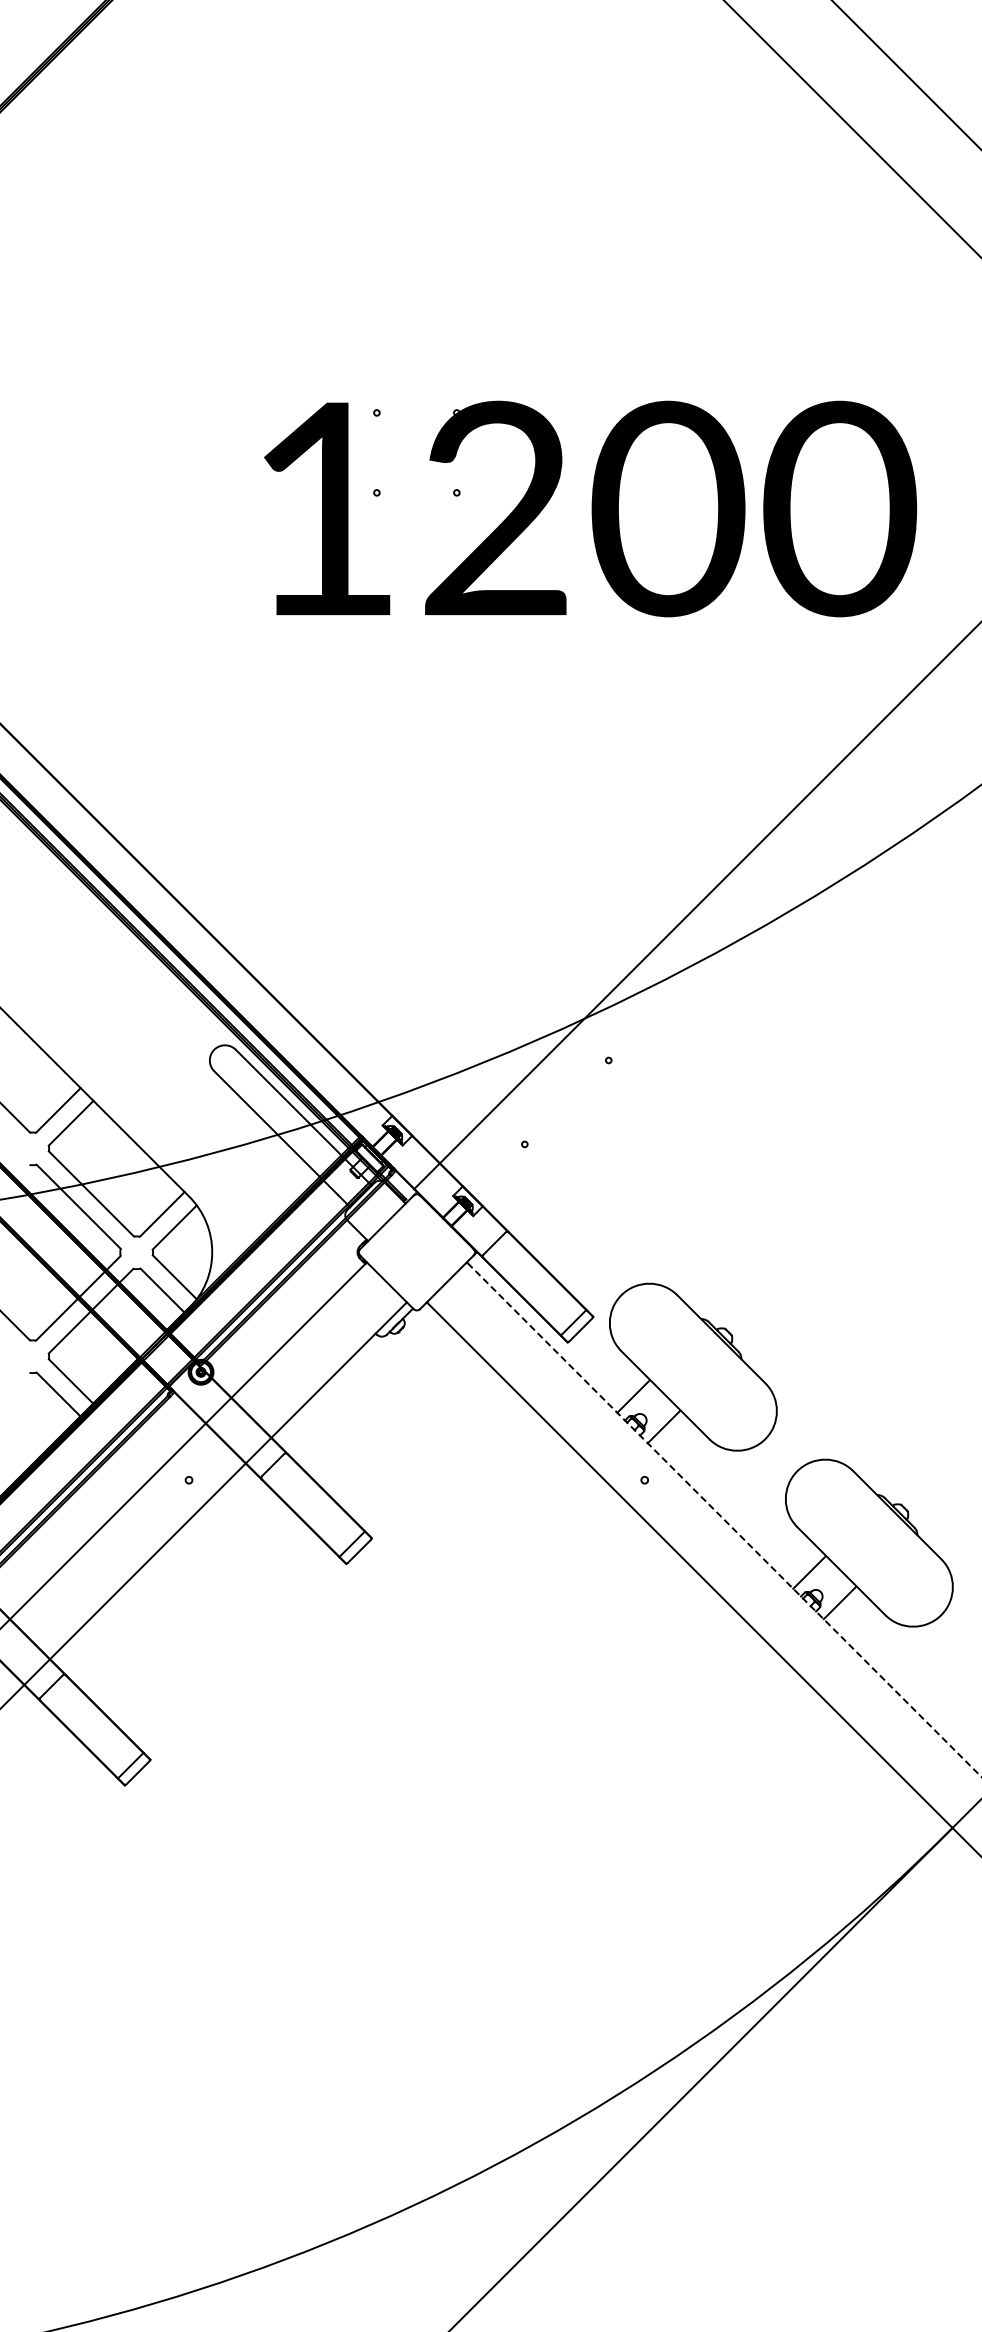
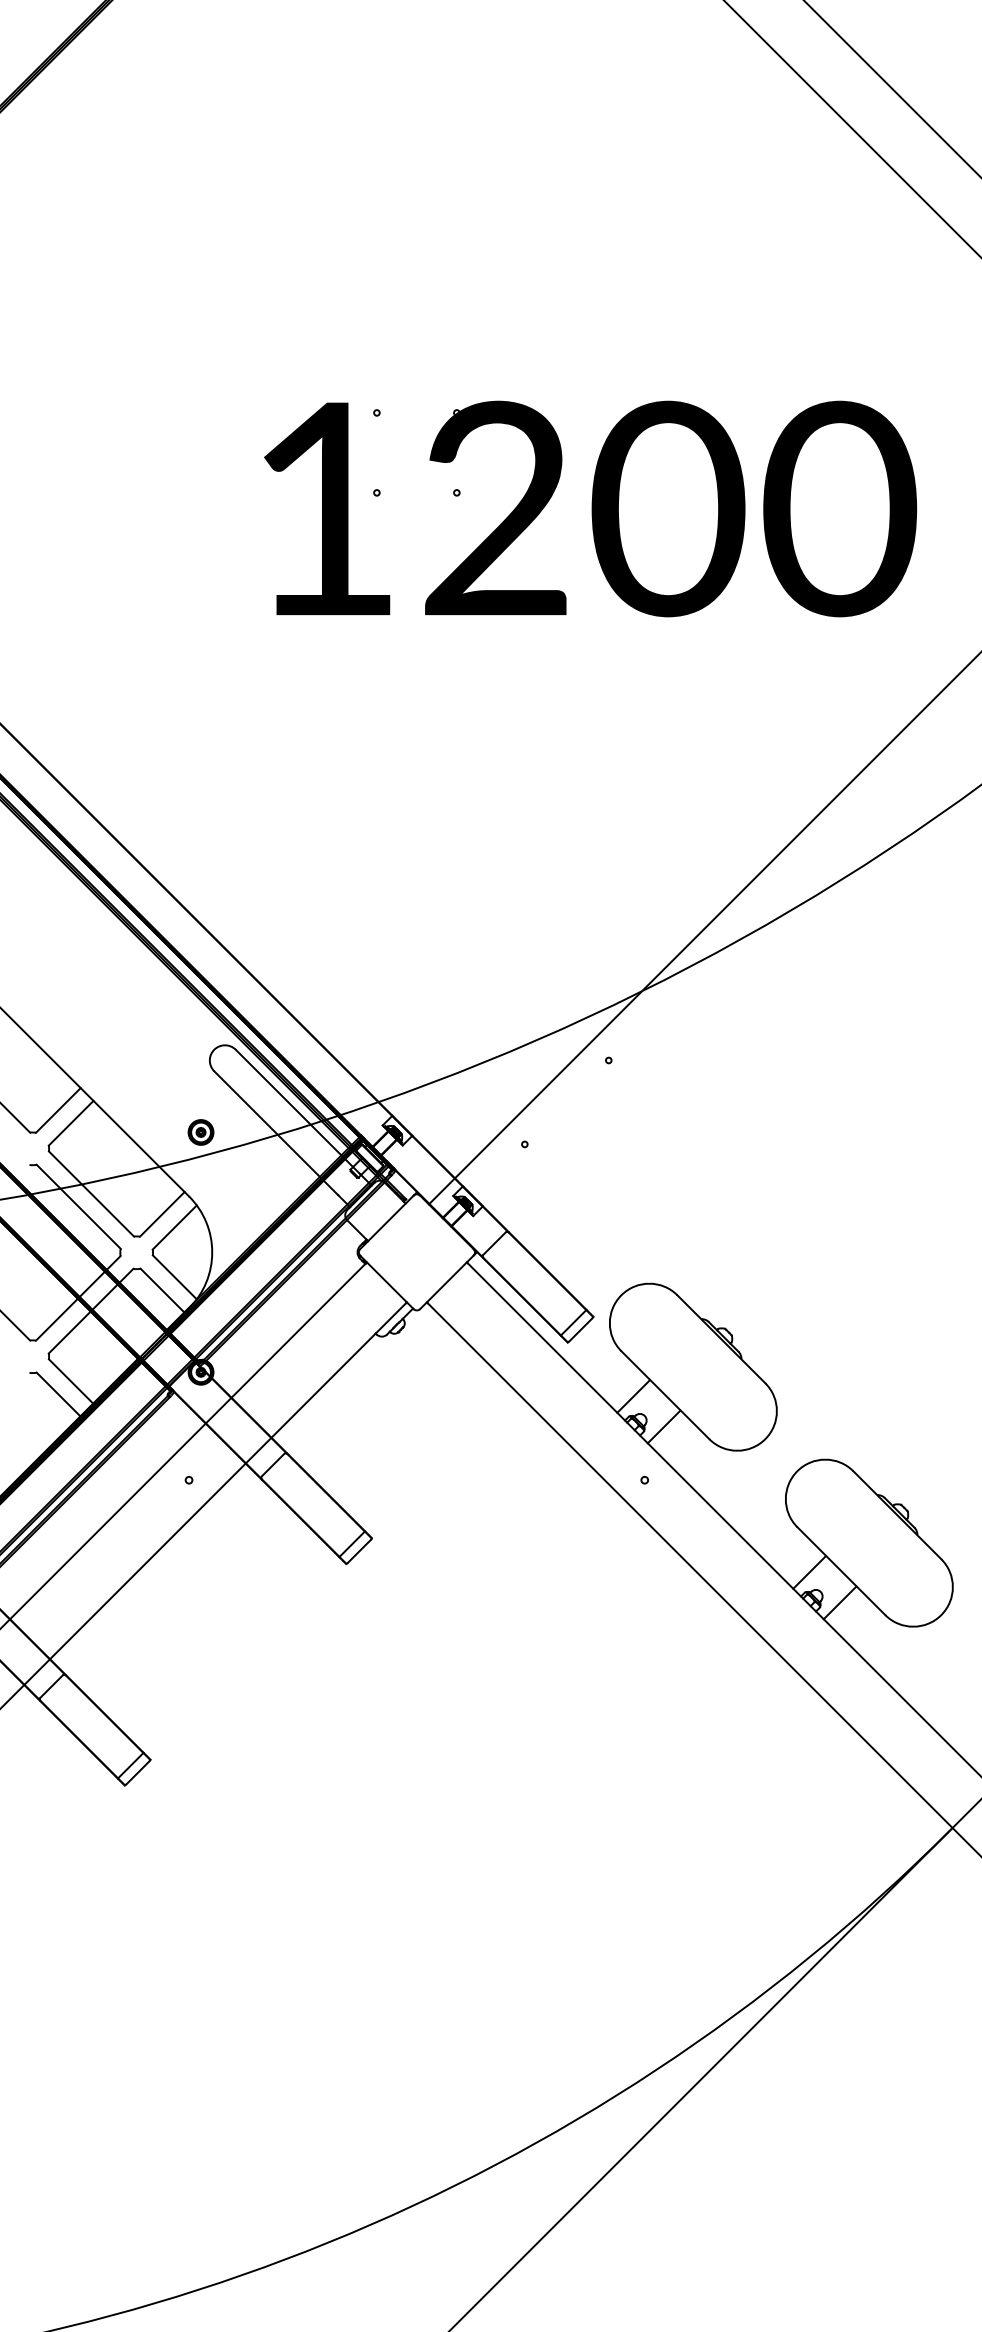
line at (905, 74) position: (905, 74) -> (891, 88)
line at (695, 906) position: (695, 906) -> (703, 929)
part at (200, 1132): none -> present
line at (724, 1520): dashed -> solid
